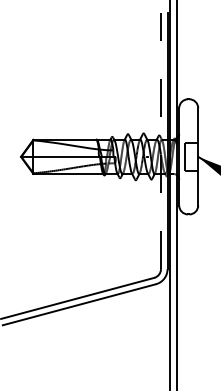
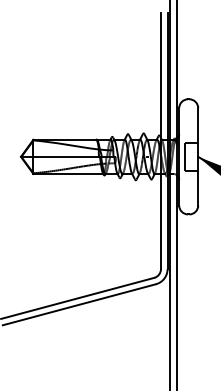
line at (161, 140): dashed -> solid
